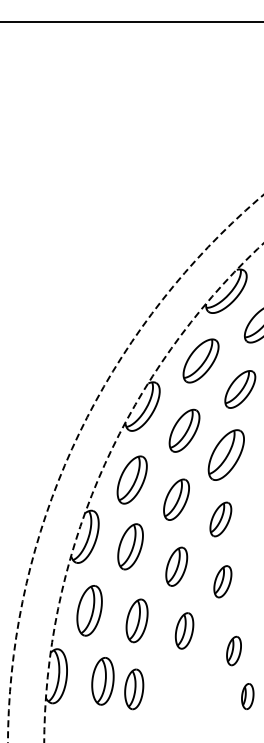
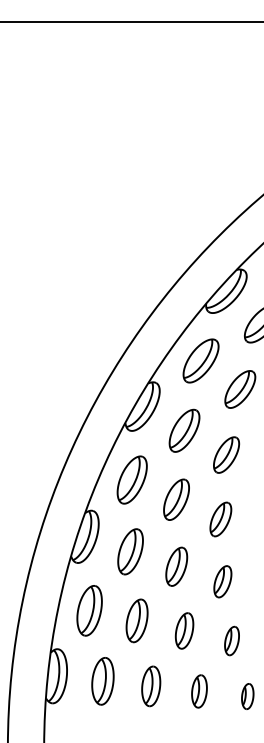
part at (225, 454) size: 38x52 px -> 28x38 px
circle at (135, 468): dashed -> solid
circle at (153, 492): dashed -> solid
part at (130, 546) position: (130, 546) -> (130, 551)
part at (233, 650) position: (233, 650) -> (231, 640)
part at (134, 689) position: (134, 689) -> (151, 686)
part at (199, 691): none -> present
